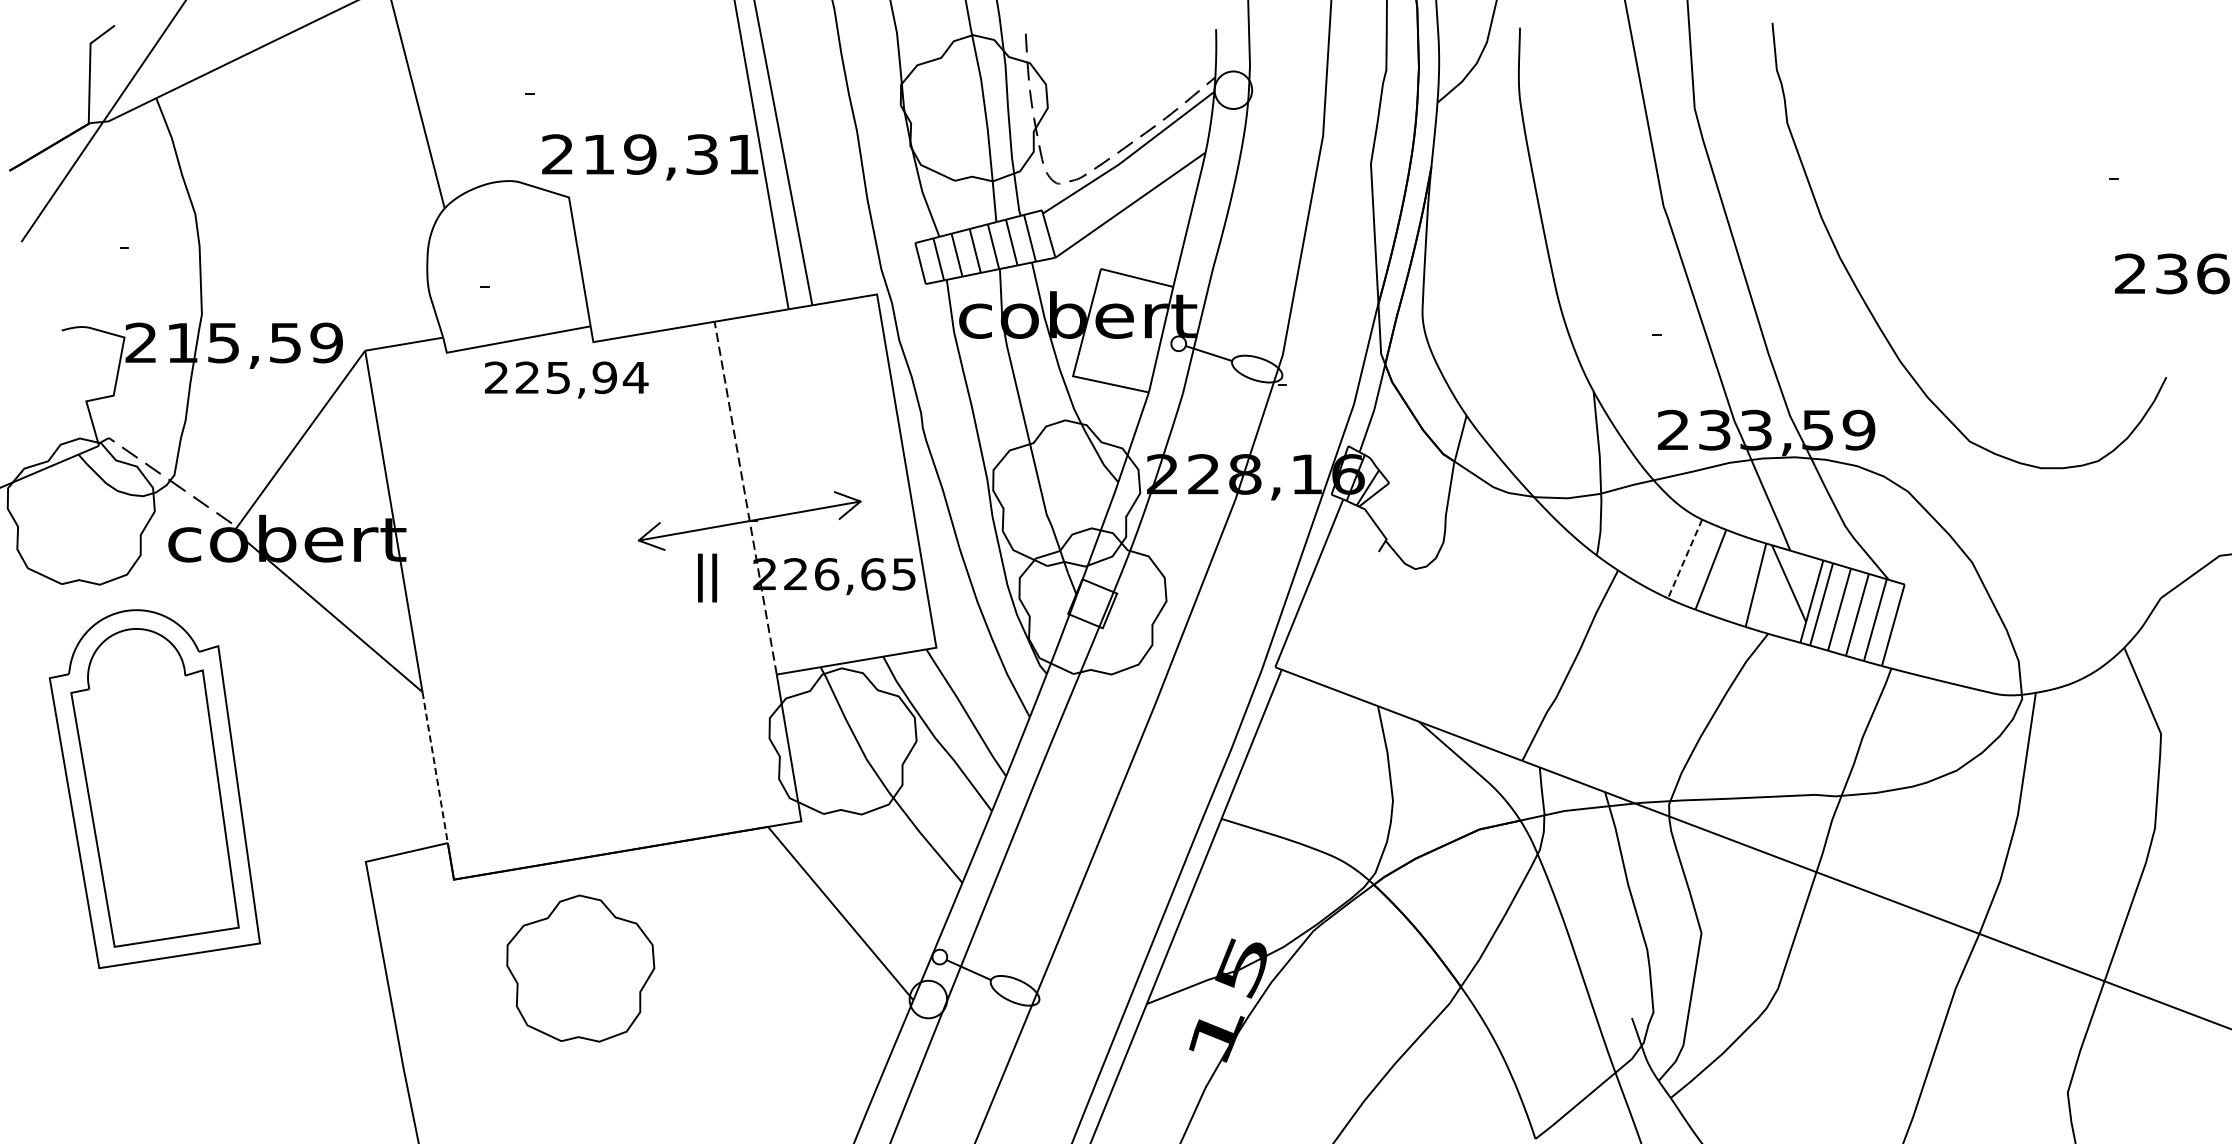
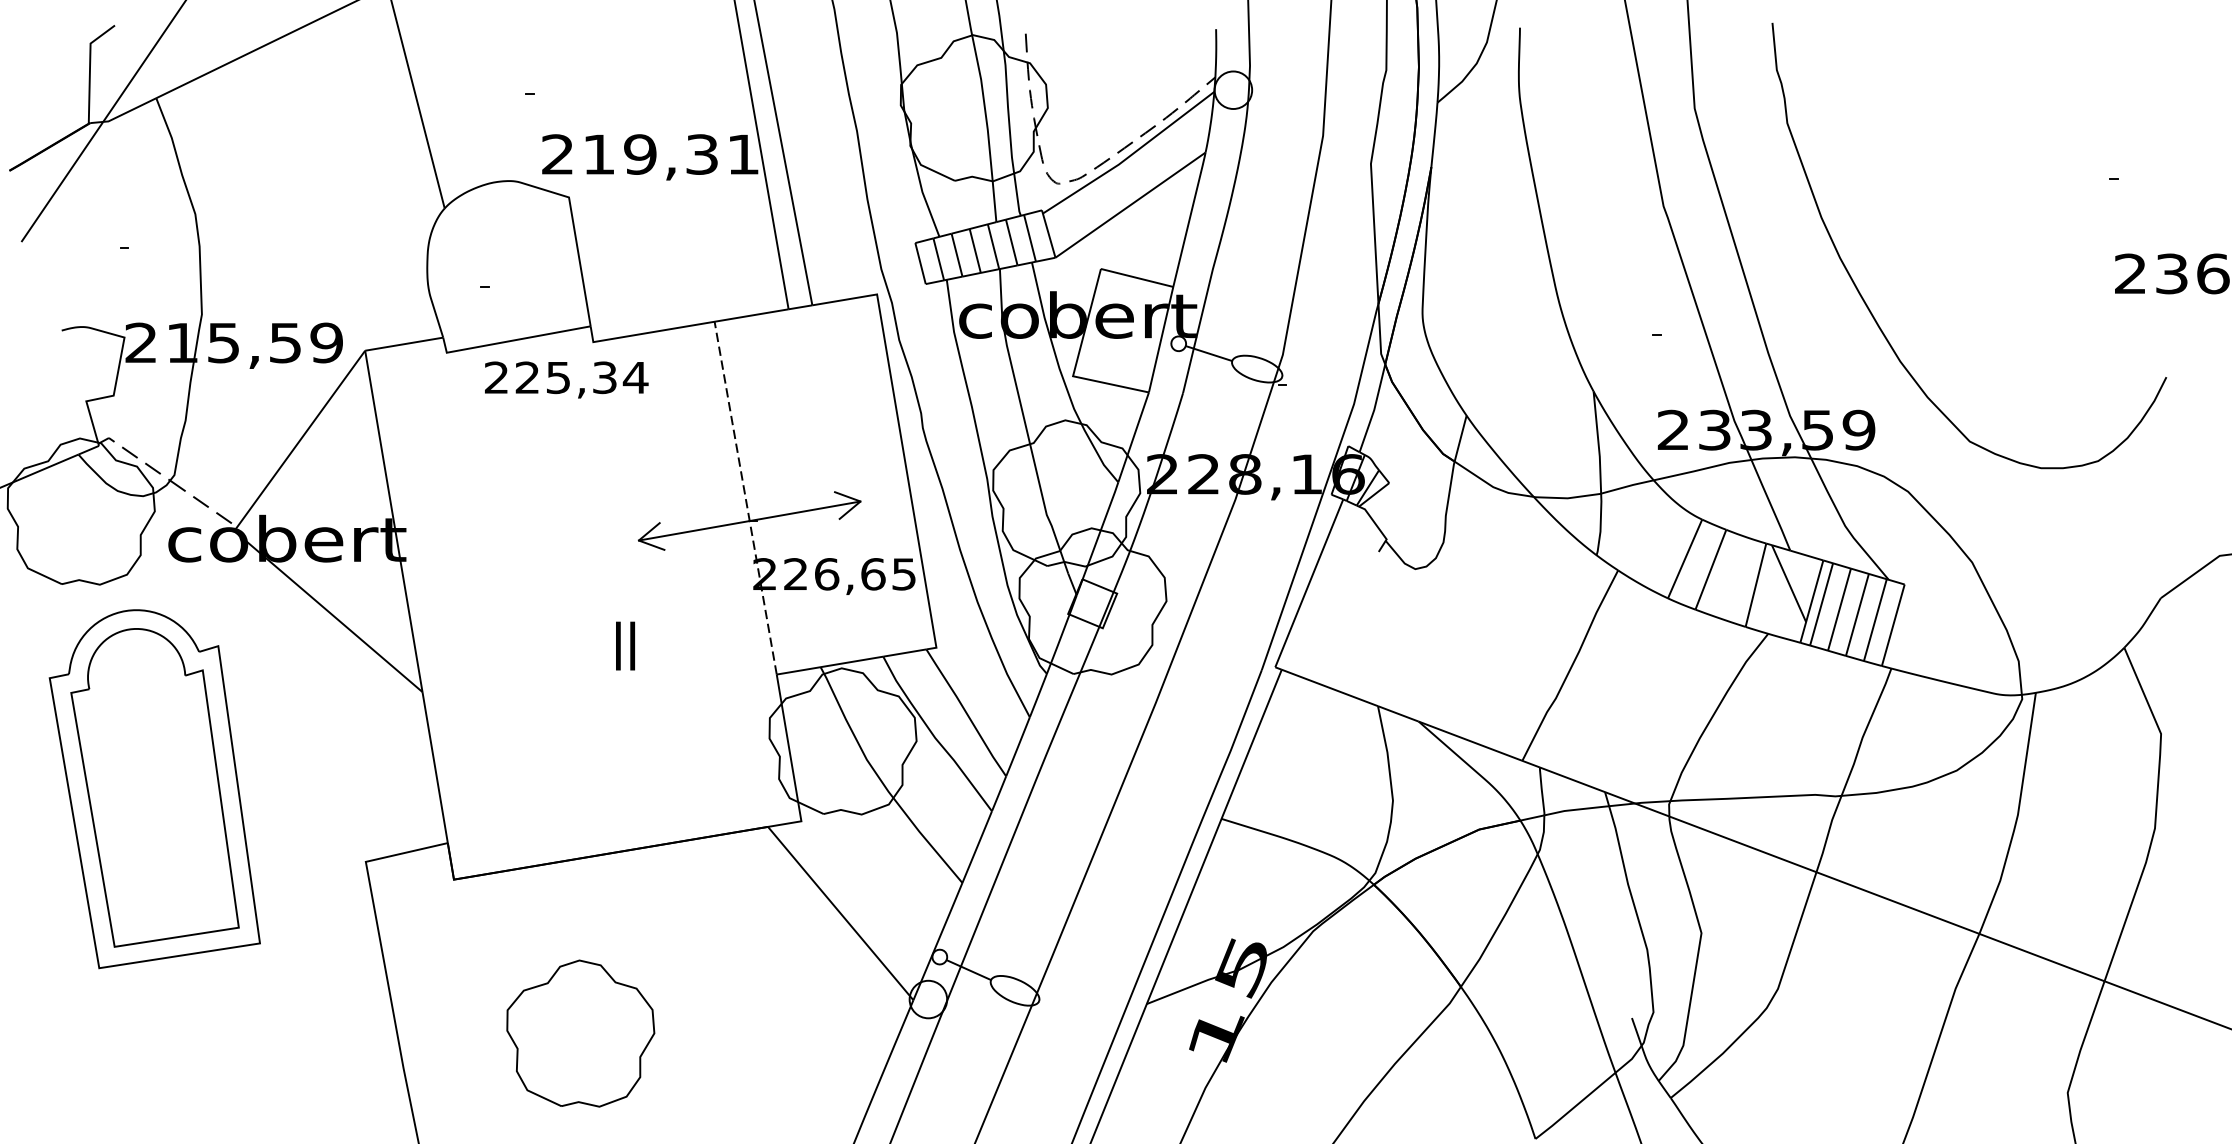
text at (604, 377): 225,94 -> 225,34
line at (1685, 558): dashed -> solid
text at (707, 577) position: (707, 577) -> (625, 645)
line at (435, 767): dashed -> solid
part at (580, 968) position: (580, 968) -> (580, 1033)
